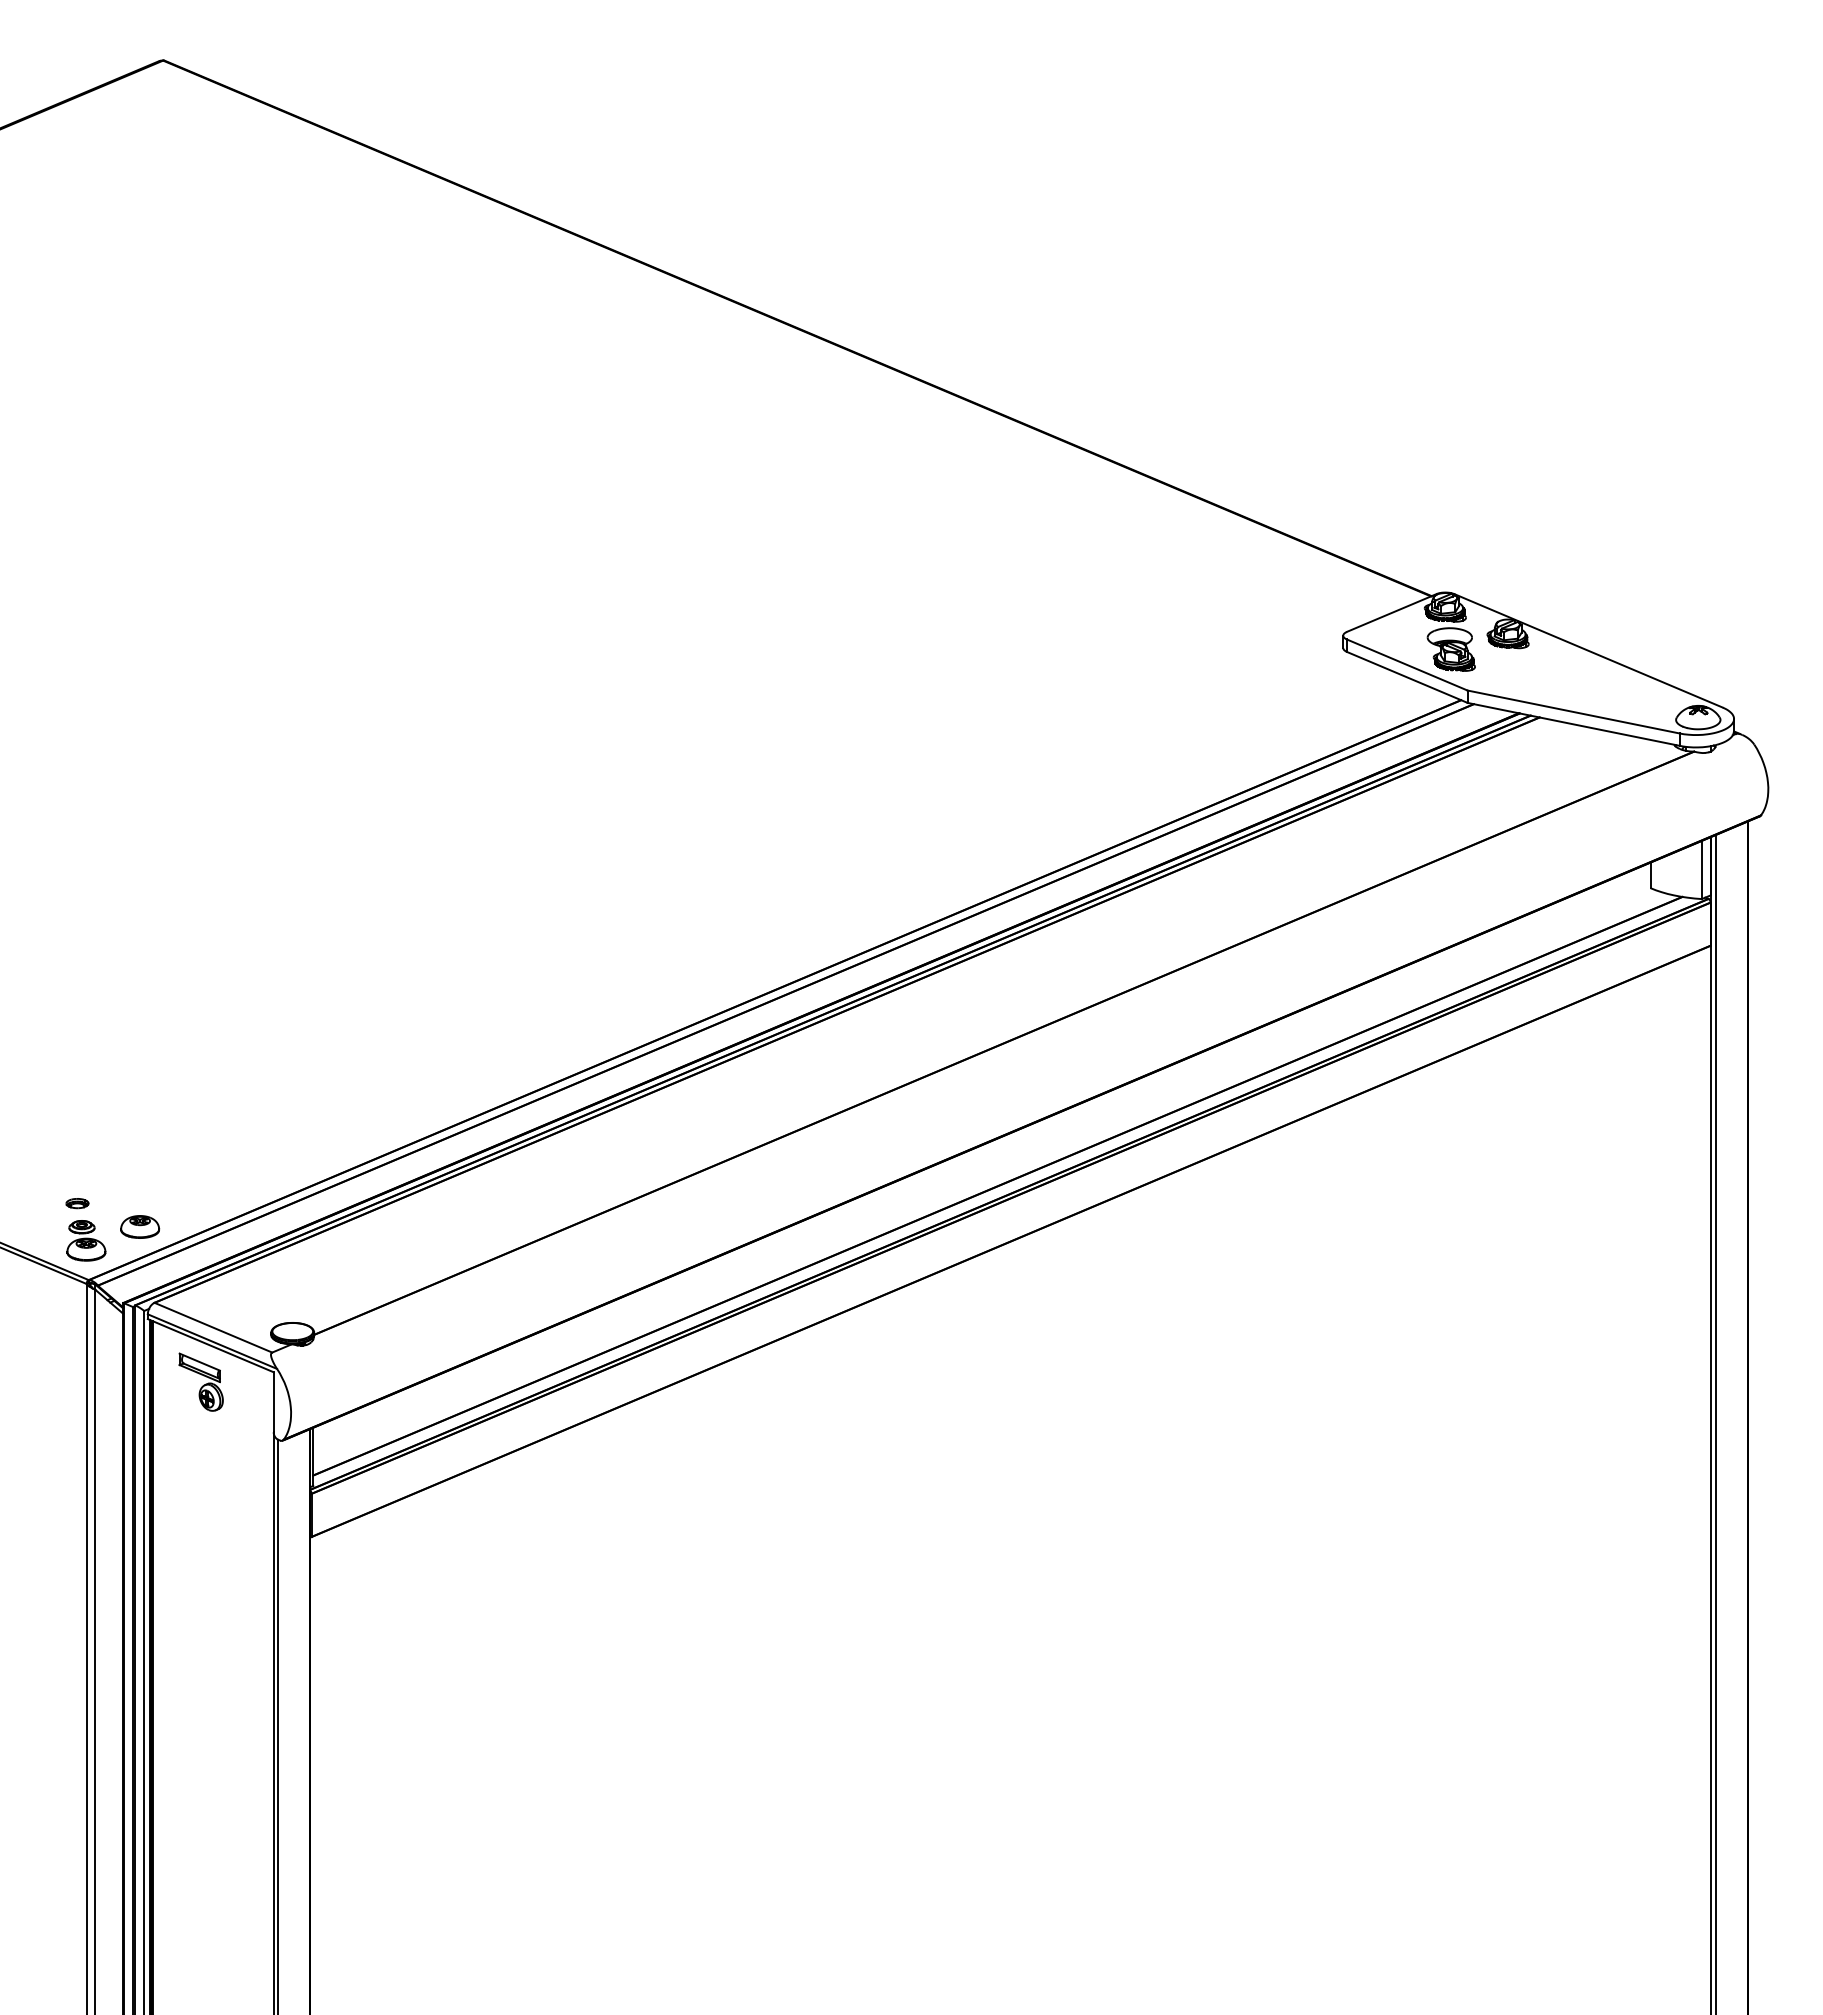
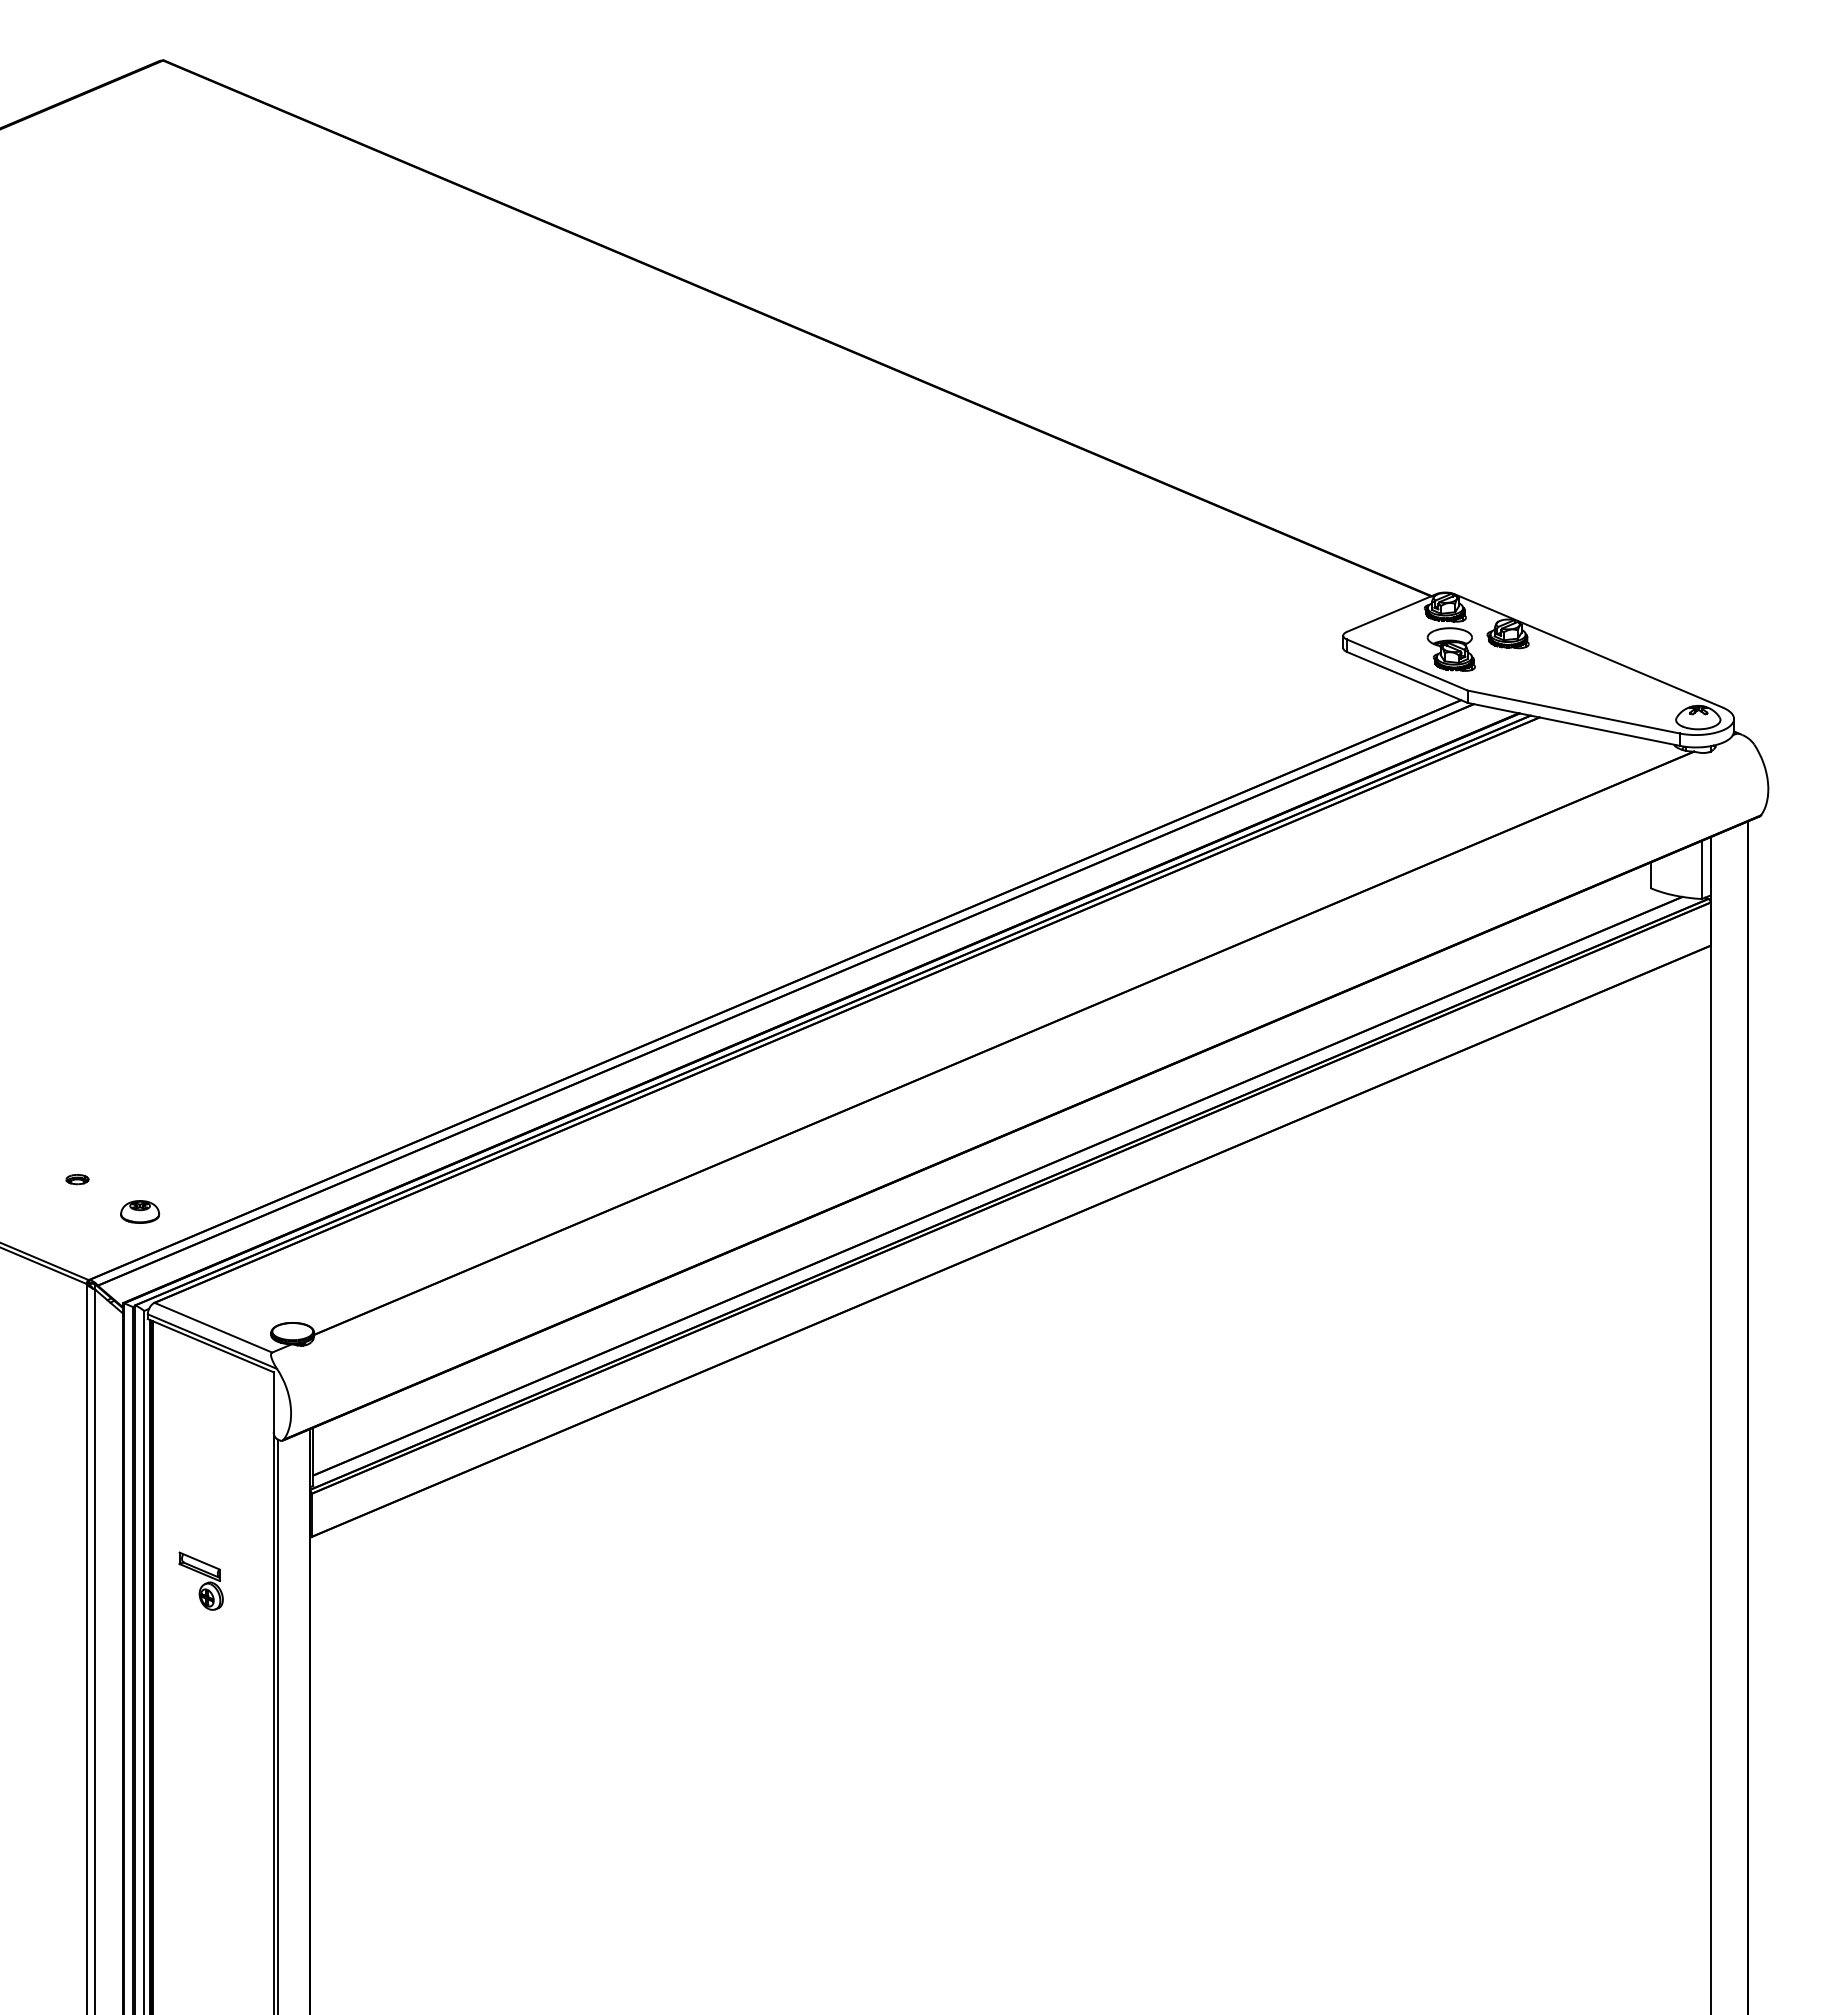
part at (77, 1203) position: (77, 1203) -> (77, 1179)
part at (140, 1226) position: (140, 1226) -> (140, 1211)
part at (86, 1240): present -> none
part at (200, 1381) position: (200, 1381) -> (200, 1580)
line at (1716, 1422): present -> none
